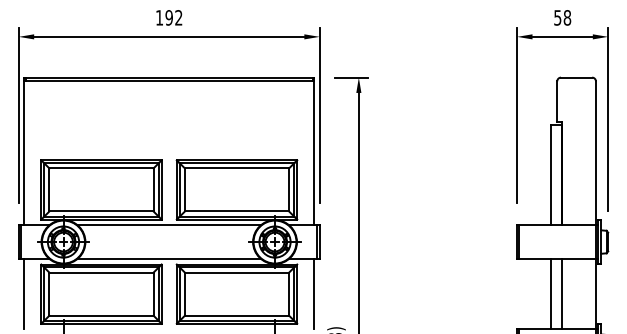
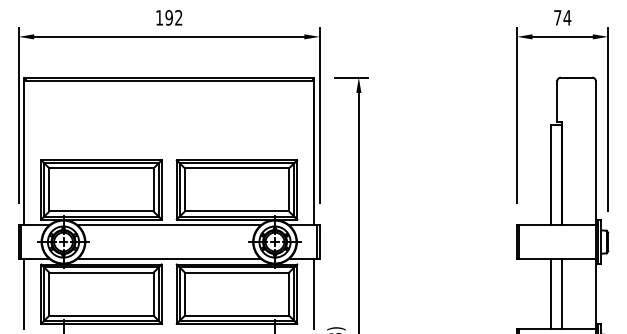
text at (562, 17): 58 -> 74
